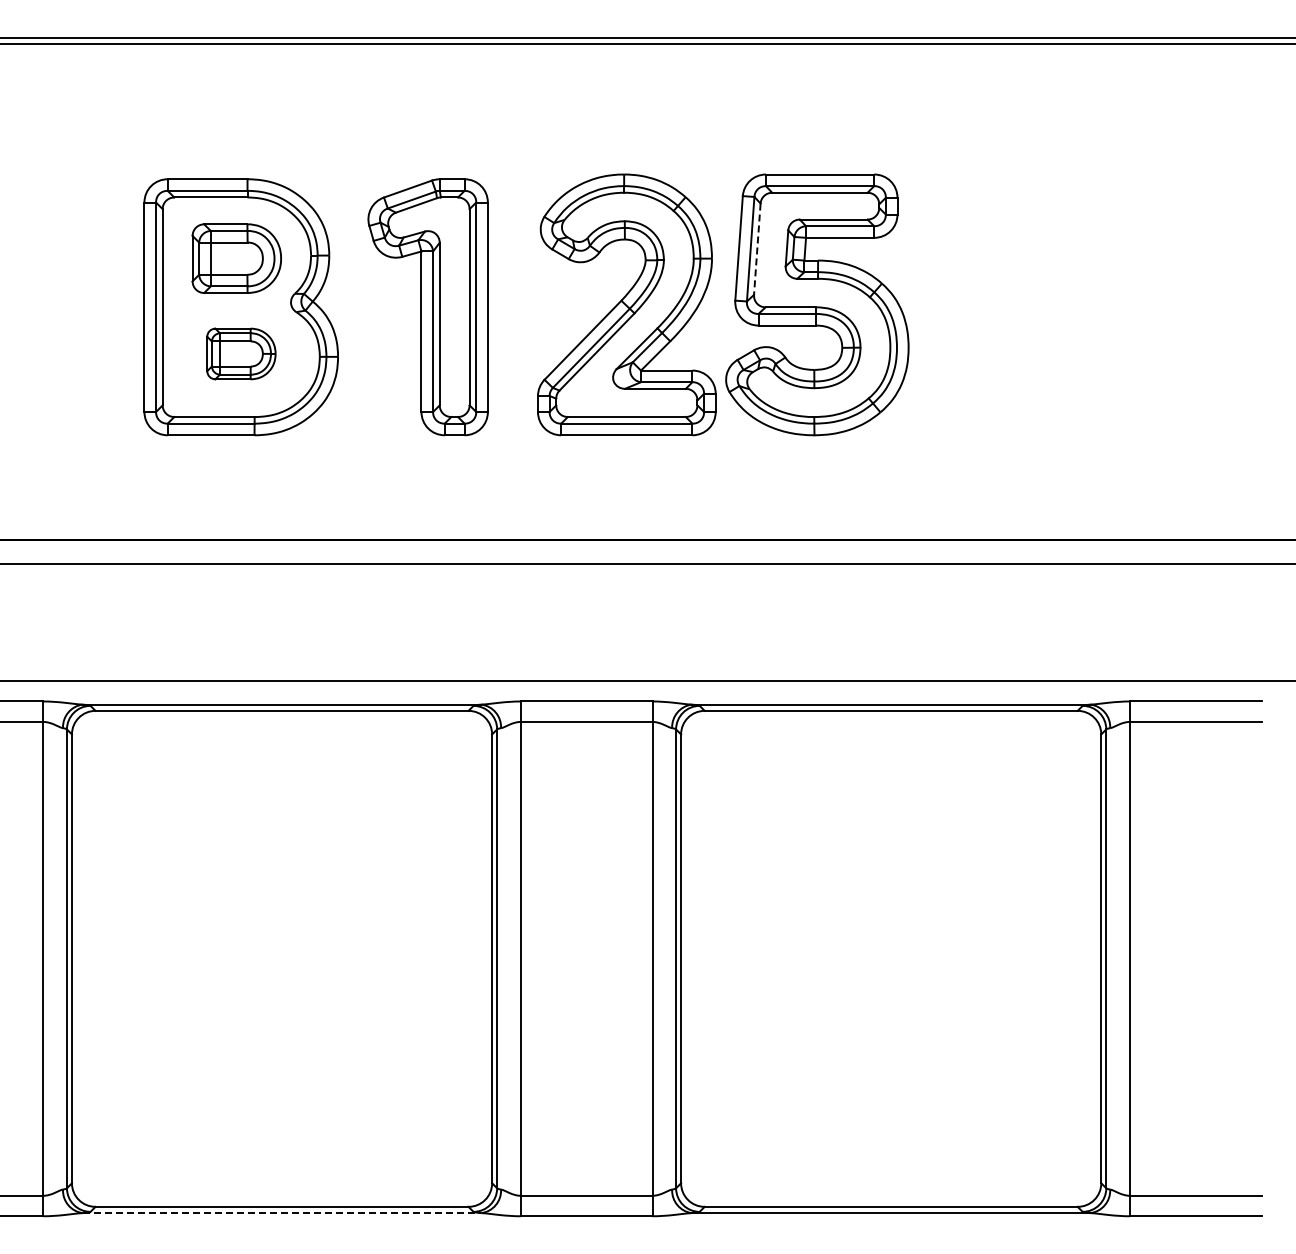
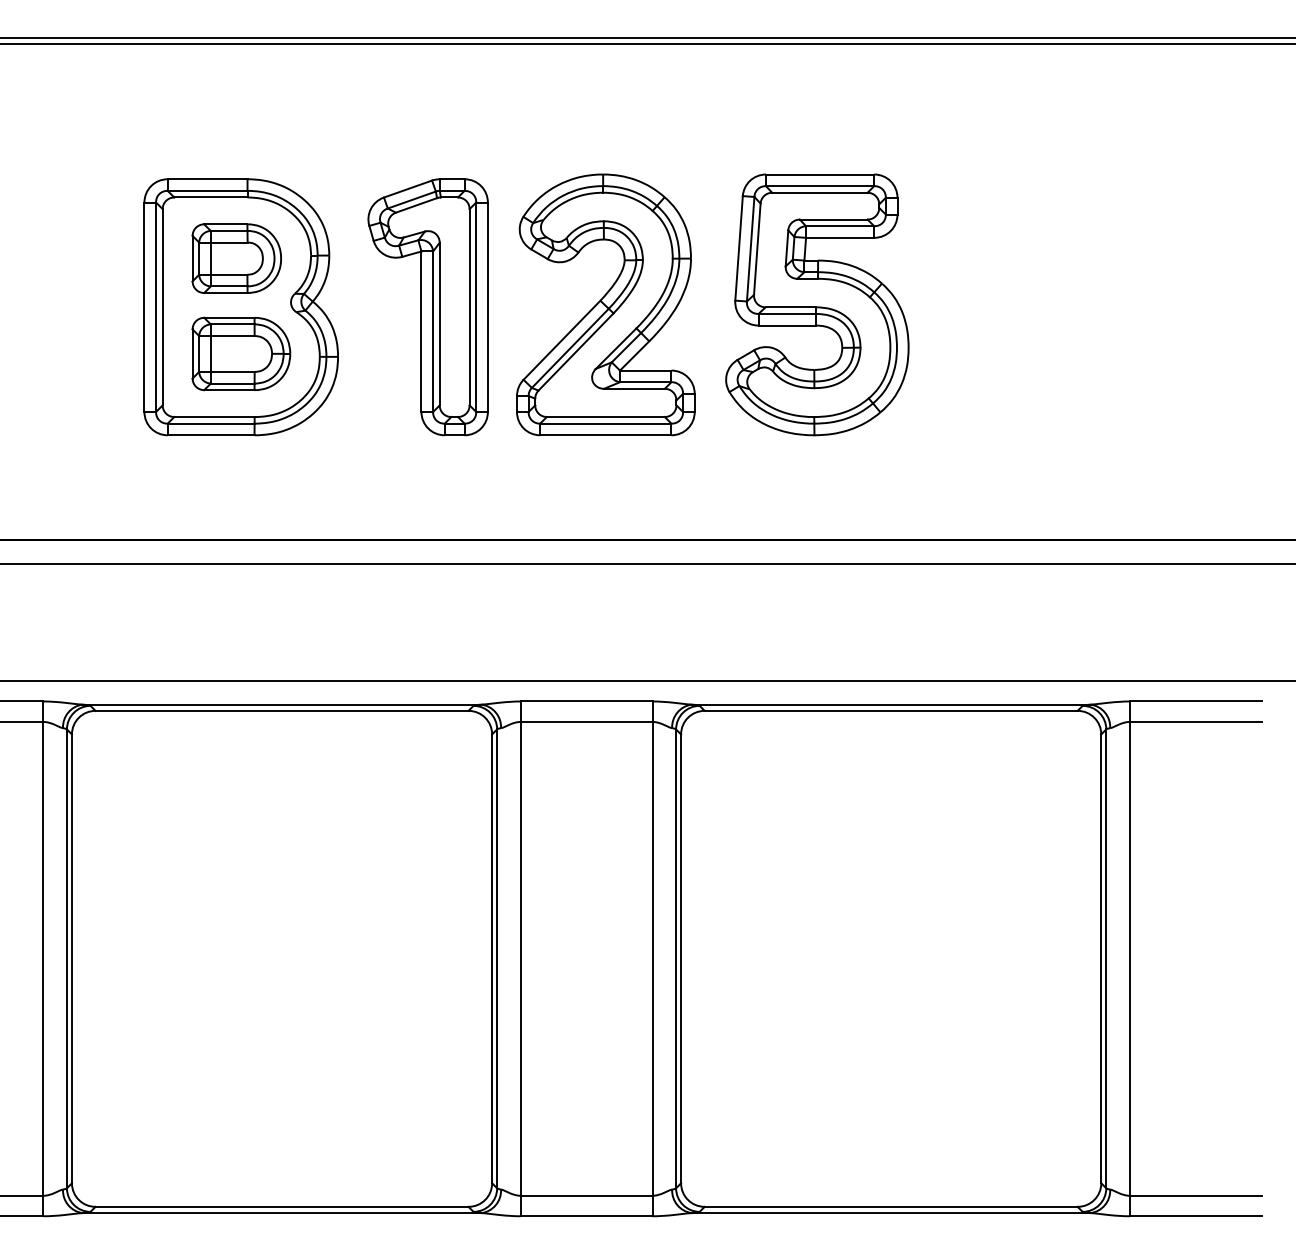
line at (757, 249): dashed -> solid
part at (626, 304) position: (626, 304) -> (605, 304)
part at (241, 353) size: 71x54 px -> 101x76 px
line at (282, 1213): dashed -> solid
